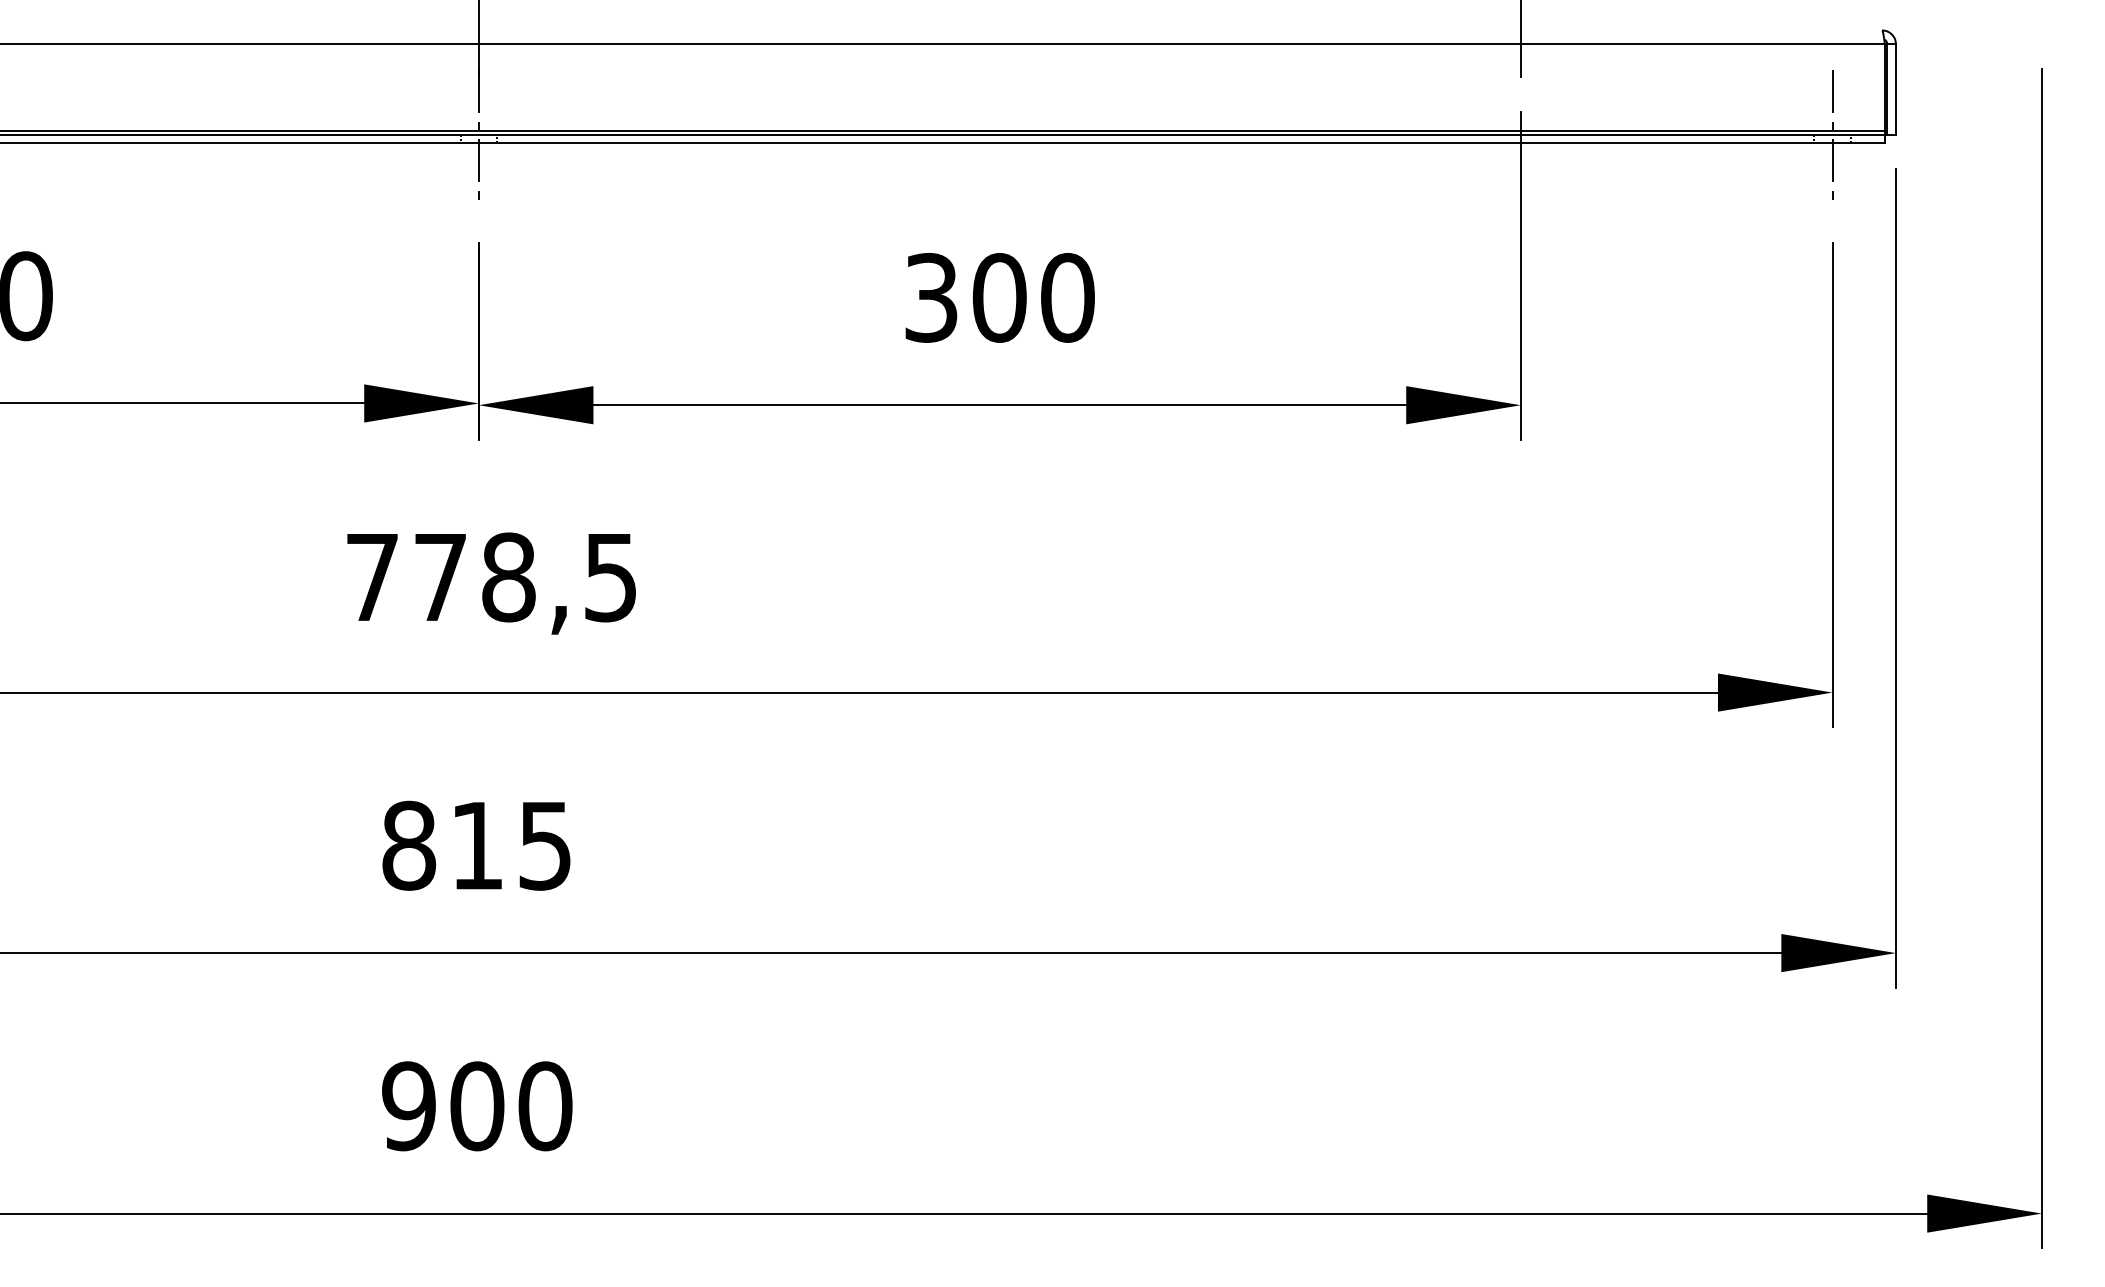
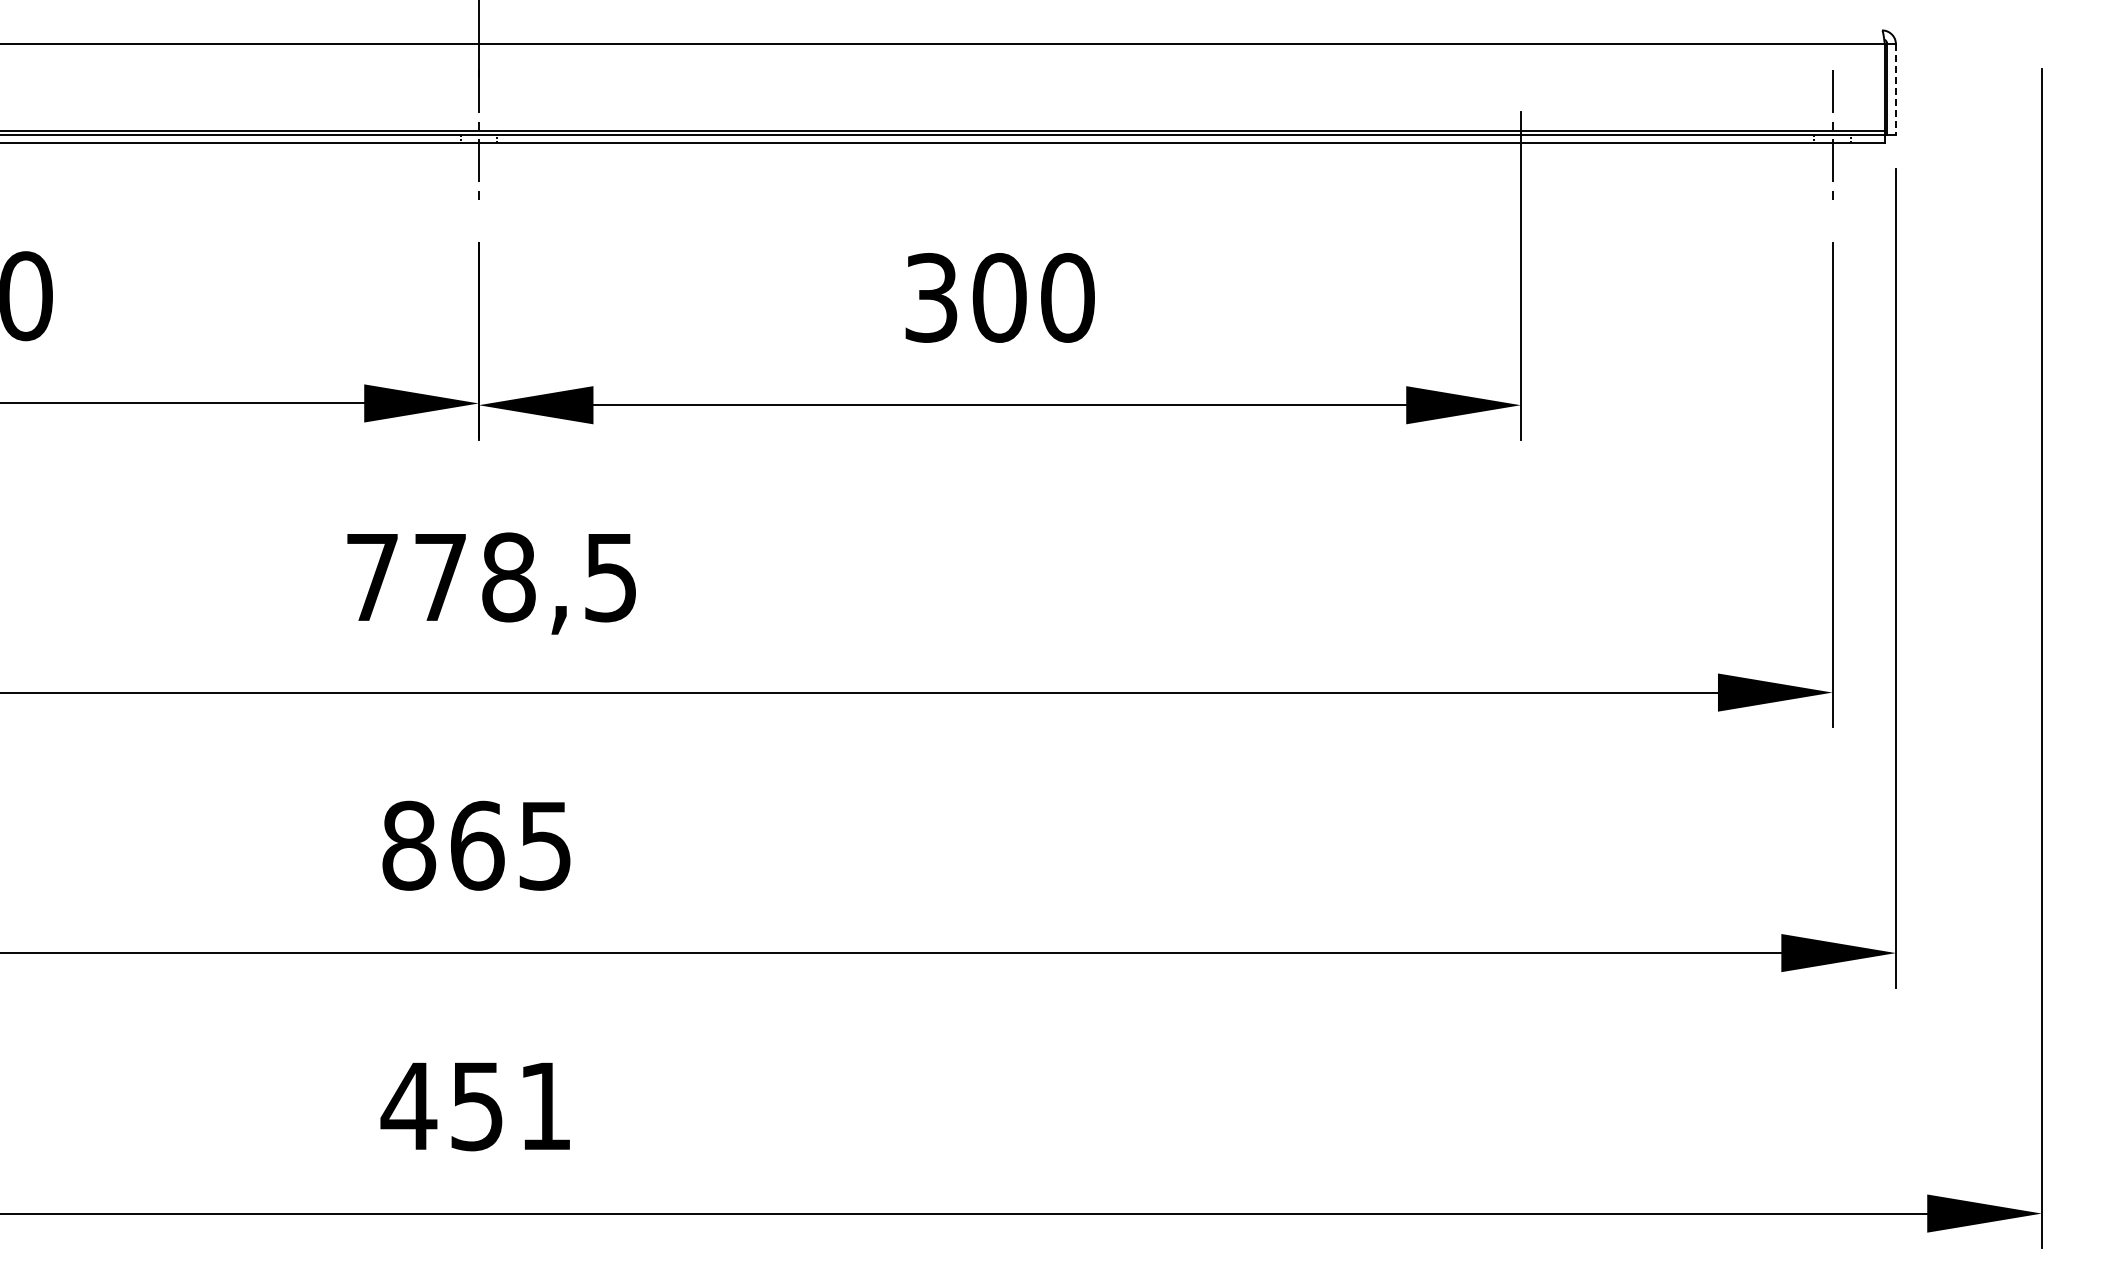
line at (1520, 39): present -> none
line at (1895, 89): solid -> dashed
text at (477, 845): 815 -> 865
text at (476, 1106): 900 -> 451
